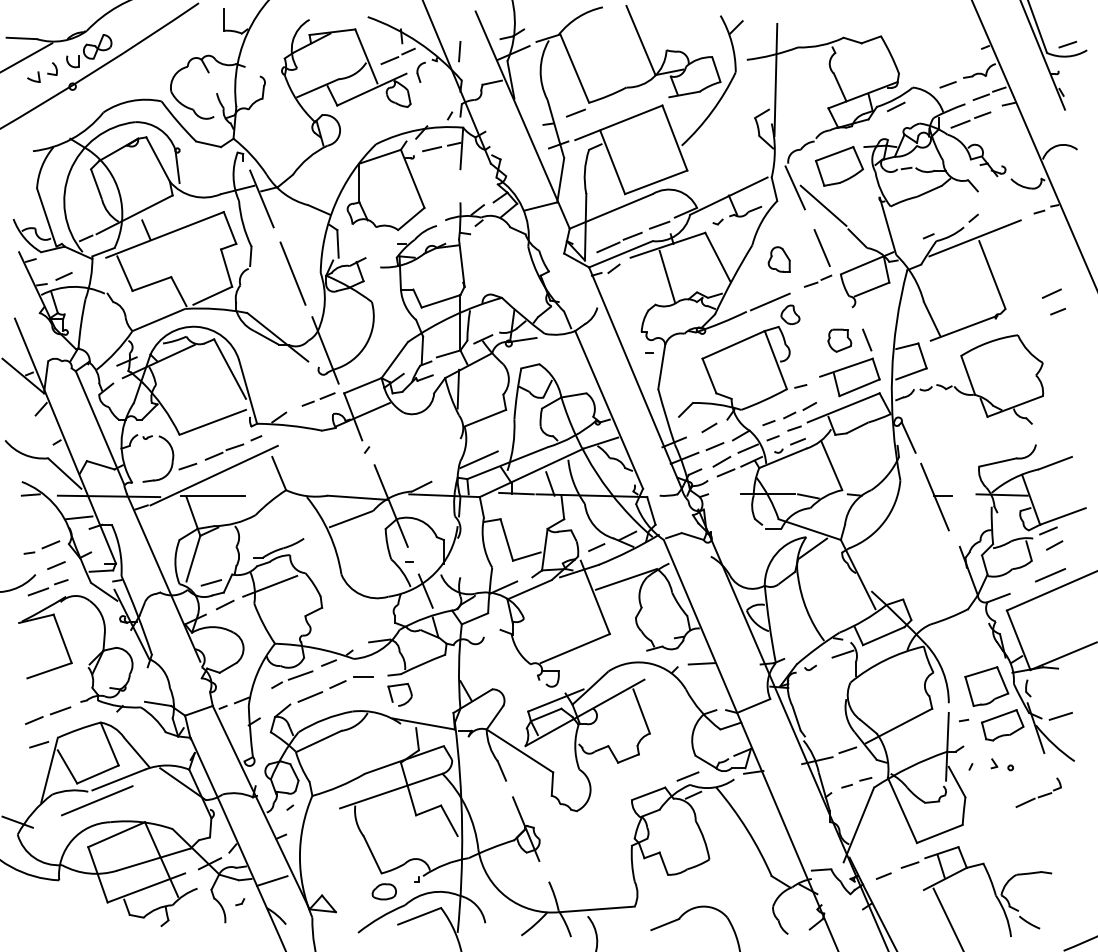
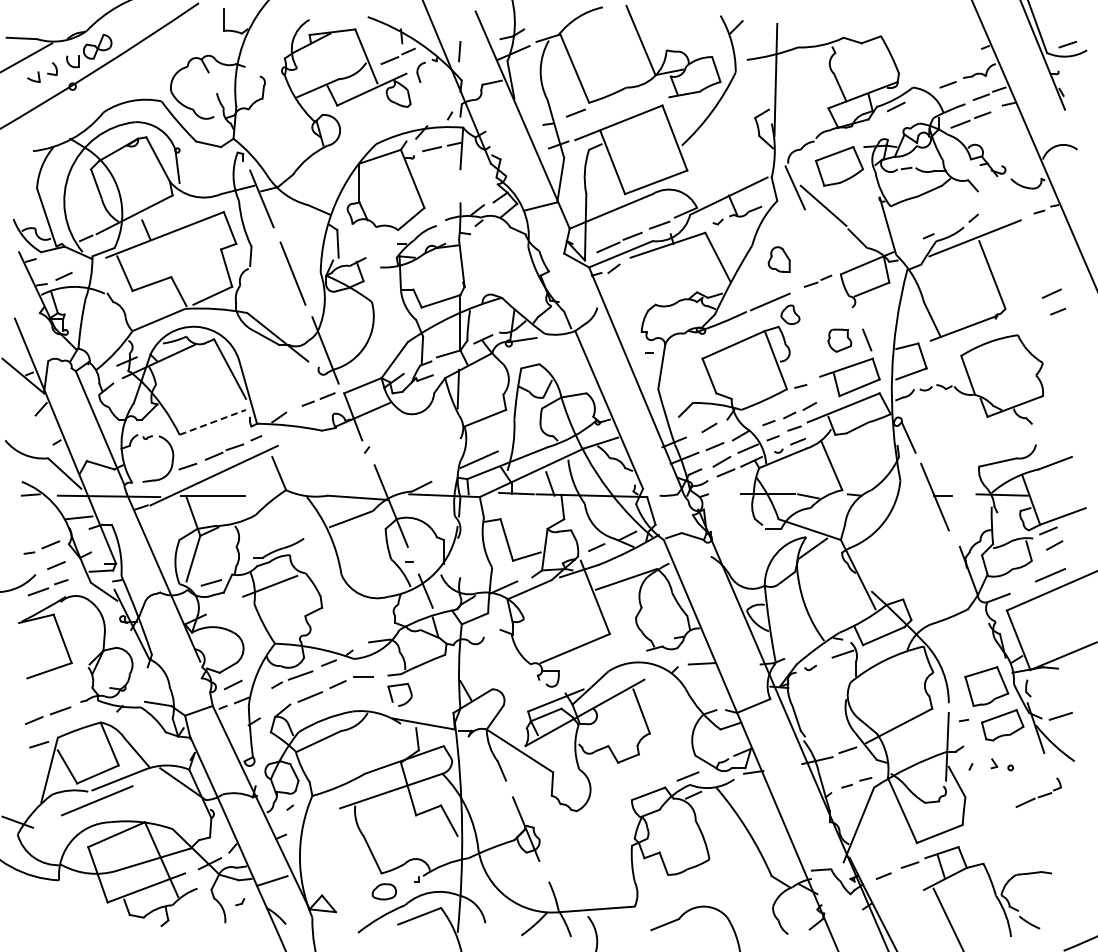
line at (821, 248): present -> none
line at (666, 276): present -> none
line at (213, 422): solid -> dashed
line at (225, 604) position: (225, 604) -> (233, 684)
